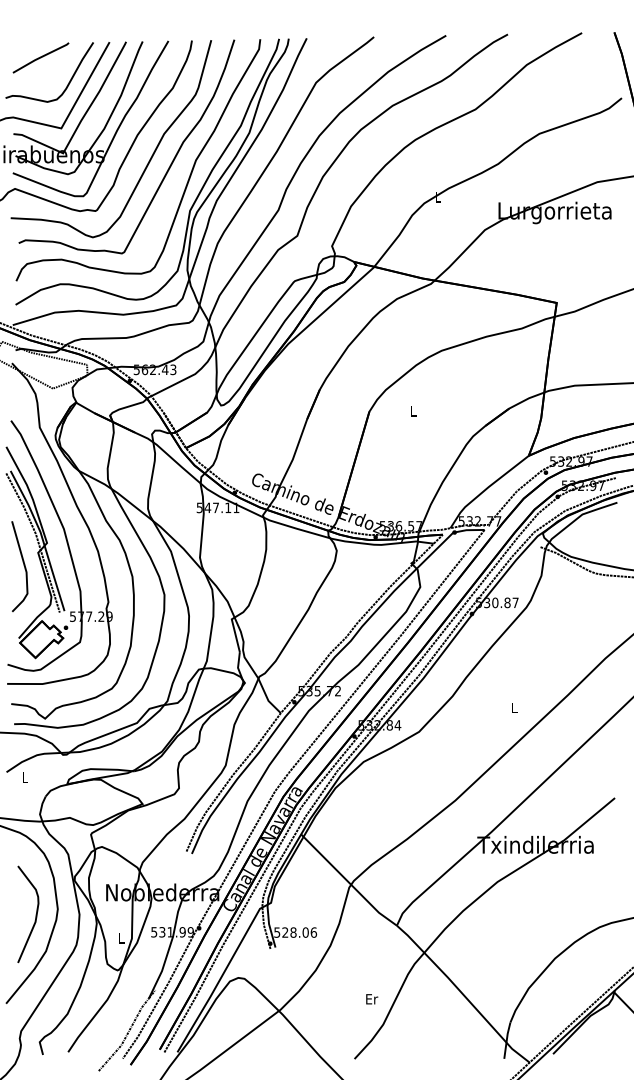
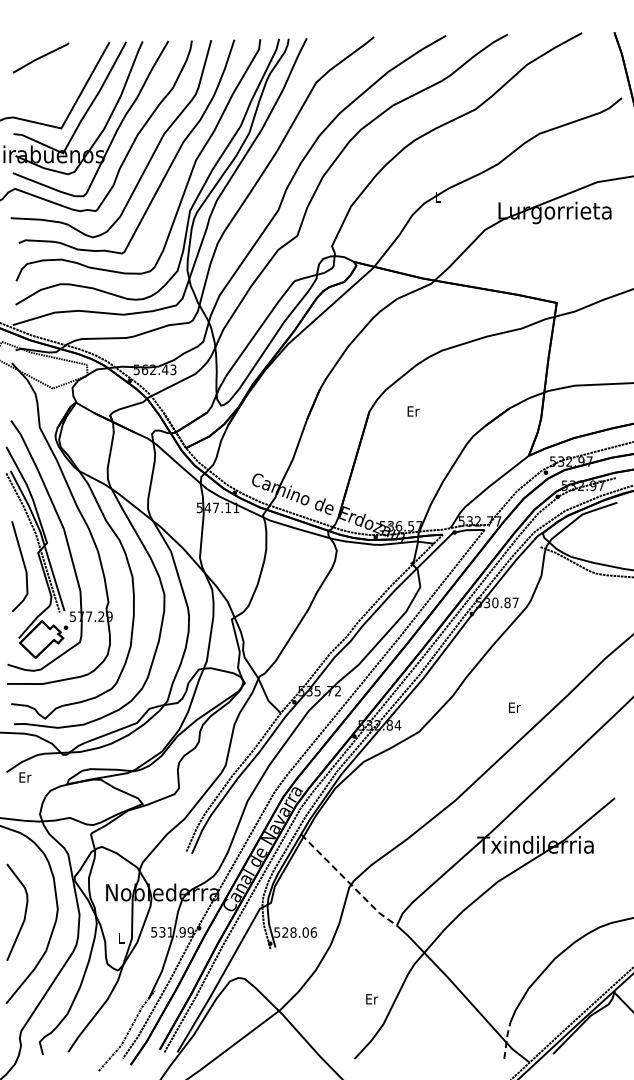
curve at (68, 82): present -> none
text at (413, 411): L -> Er
text at (514, 707): L -> Er
text at (25, 777): L -> Er
line at (348, 882): solid -> dashed
curve at (35, 914) position: (35, 914) -> (24, 912)
line at (506, 1039): solid -> dashed
